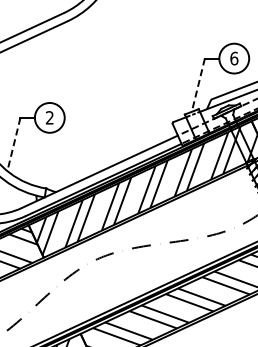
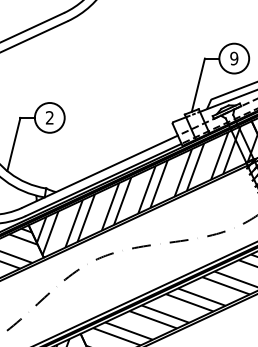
text at (234, 58): 6 -> 9
line at (198, 85): dashed -> solid
line at (13, 145): dashed -> solid
